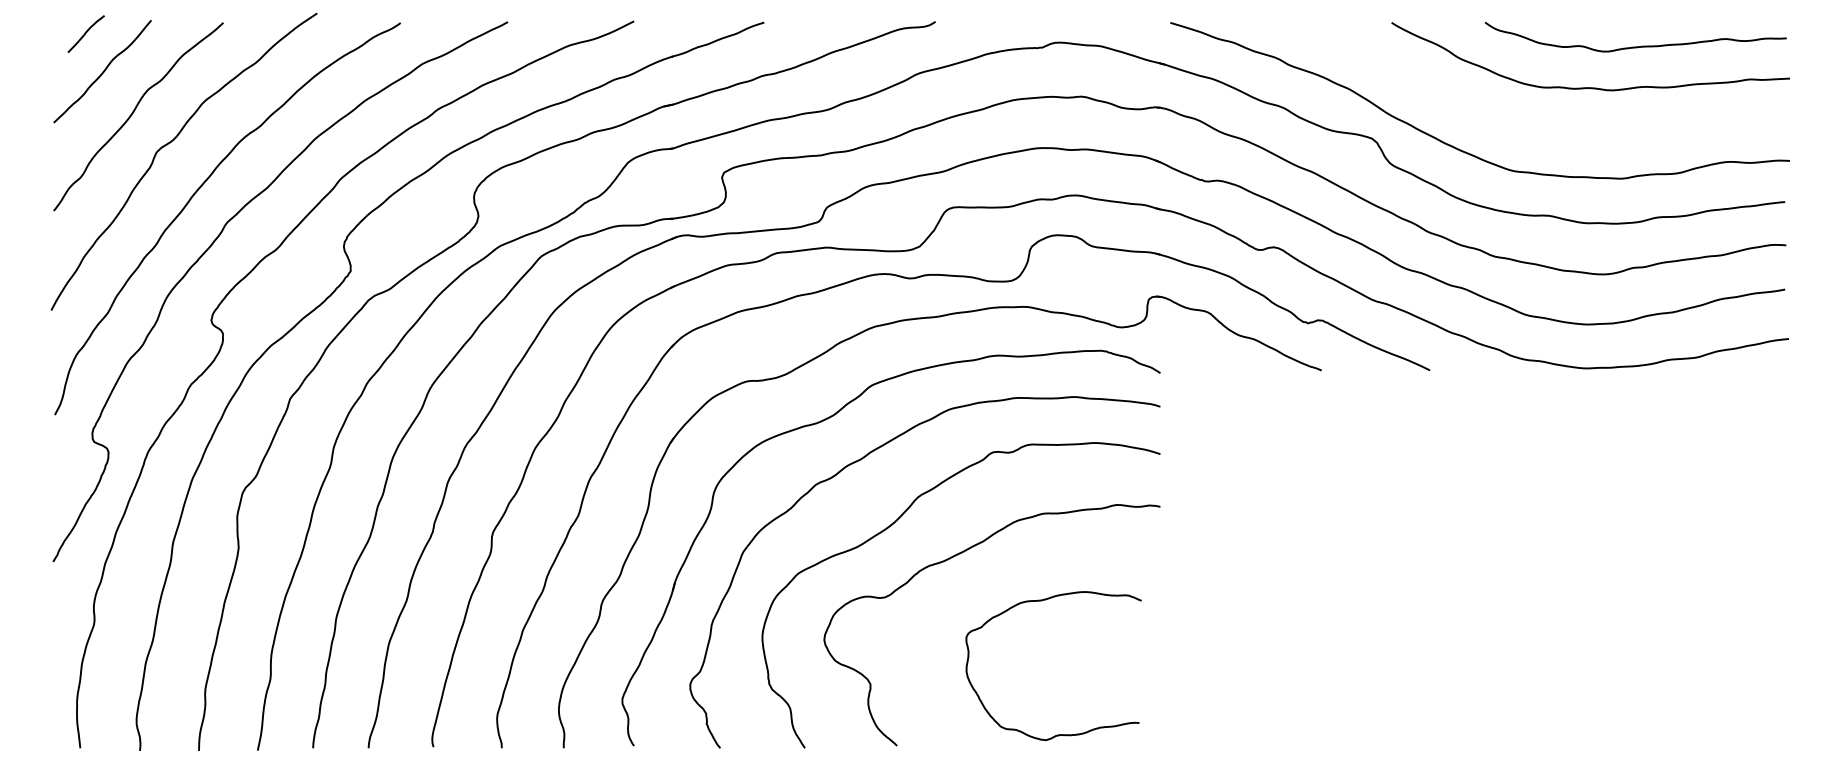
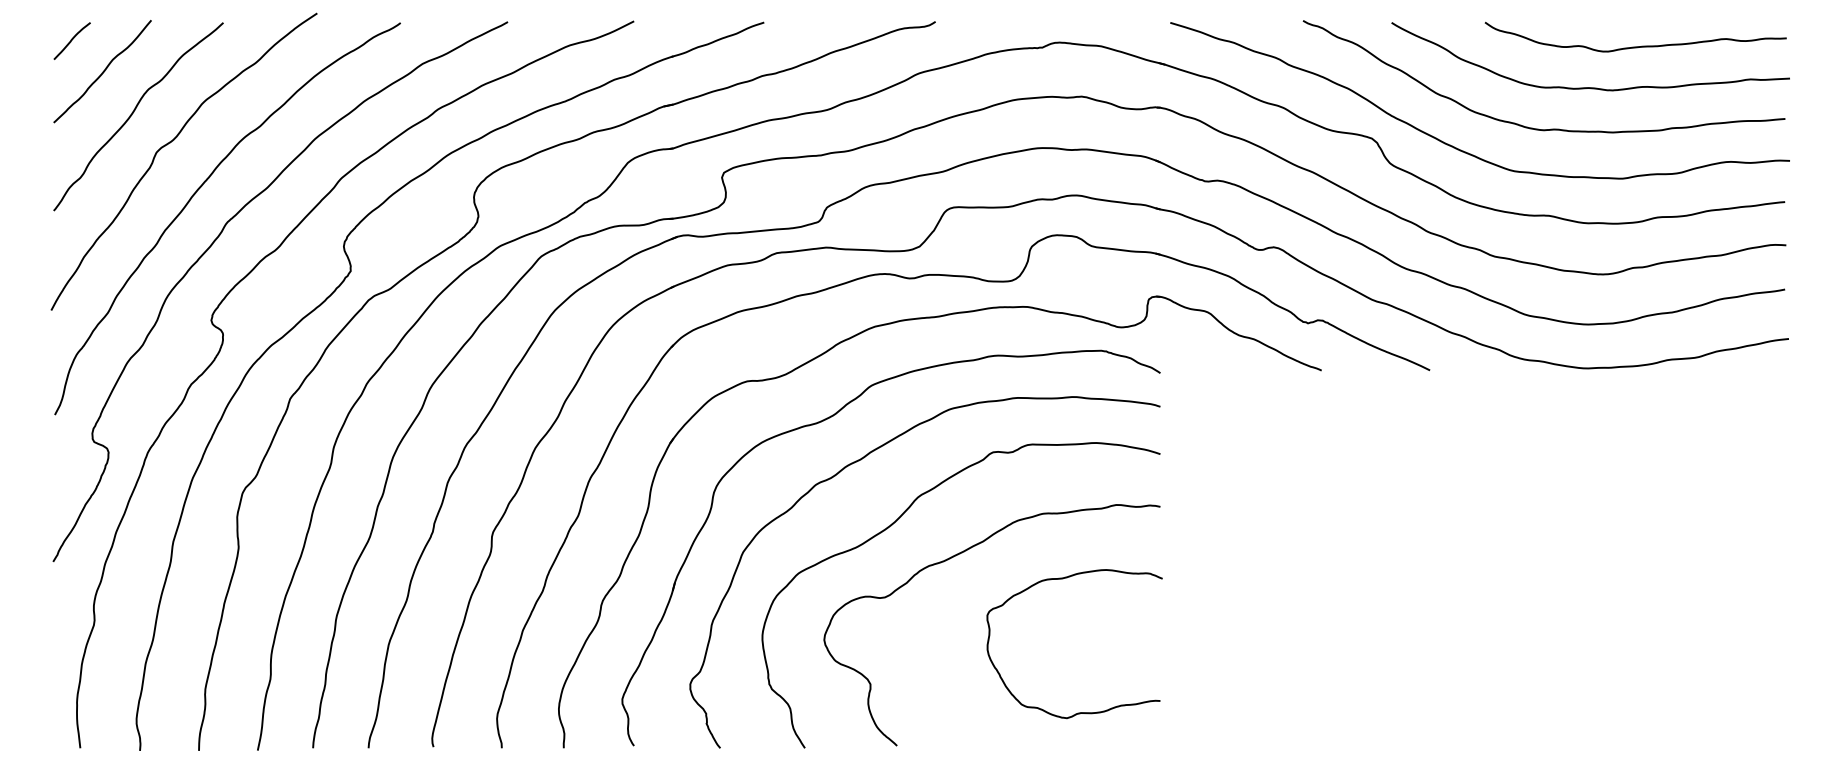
line at (85, 33) position: (85, 33) -> (71, 40)
curve at (1532, 127): none -> present
curve at (1042, 601) position: (1042, 601) -> (1063, 579)
